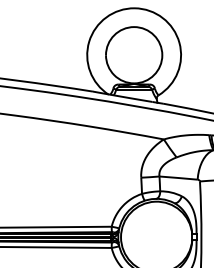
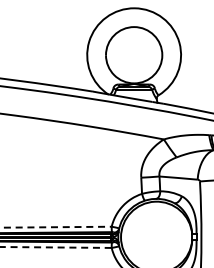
line at (56, 227): solid -> dashed
line at (56, 247): solid -> dashed
